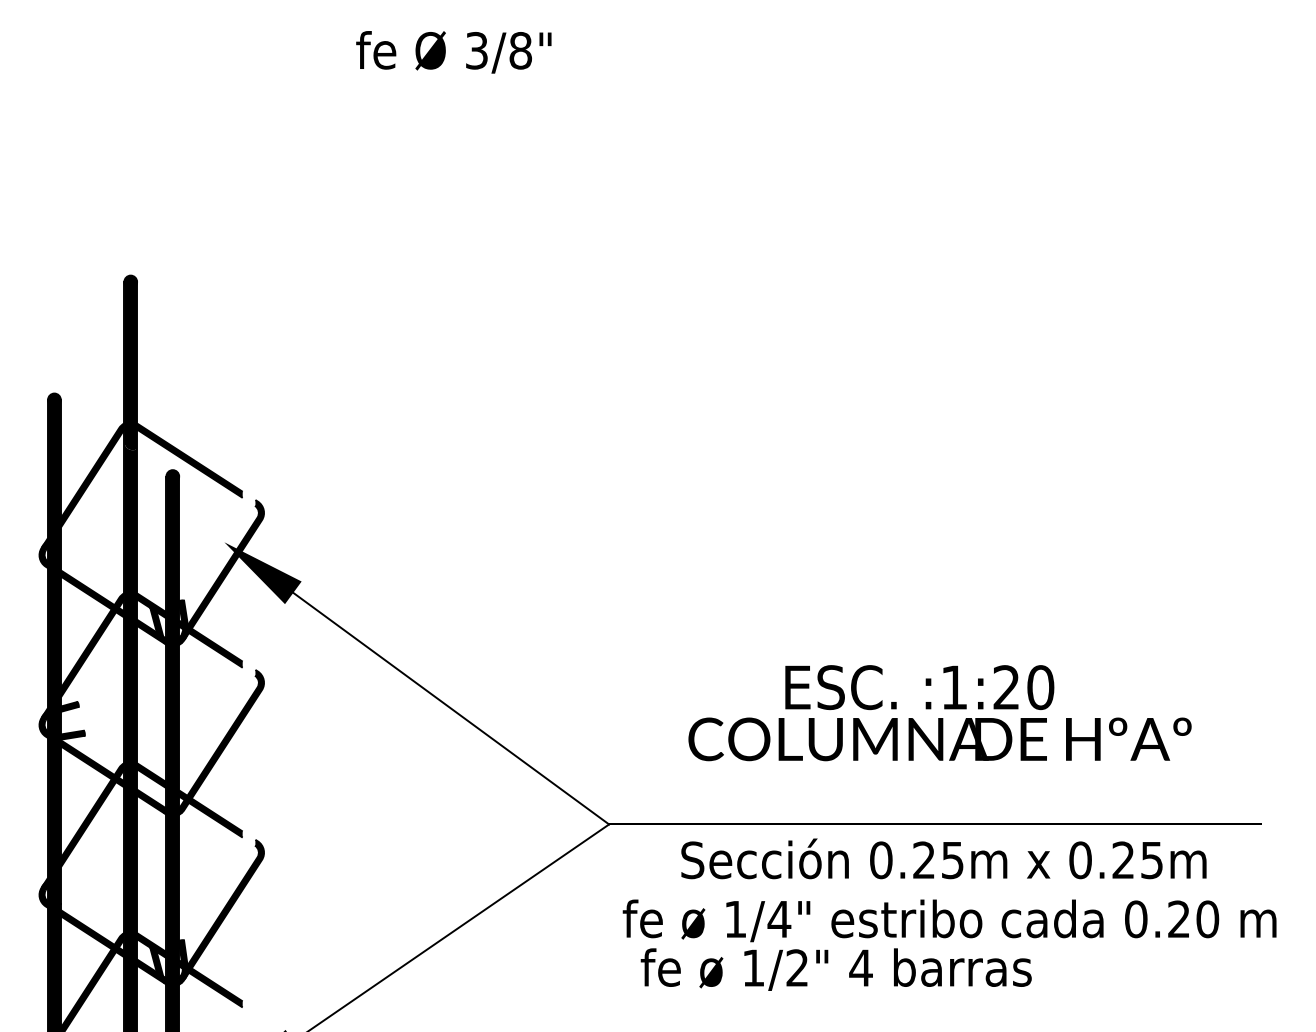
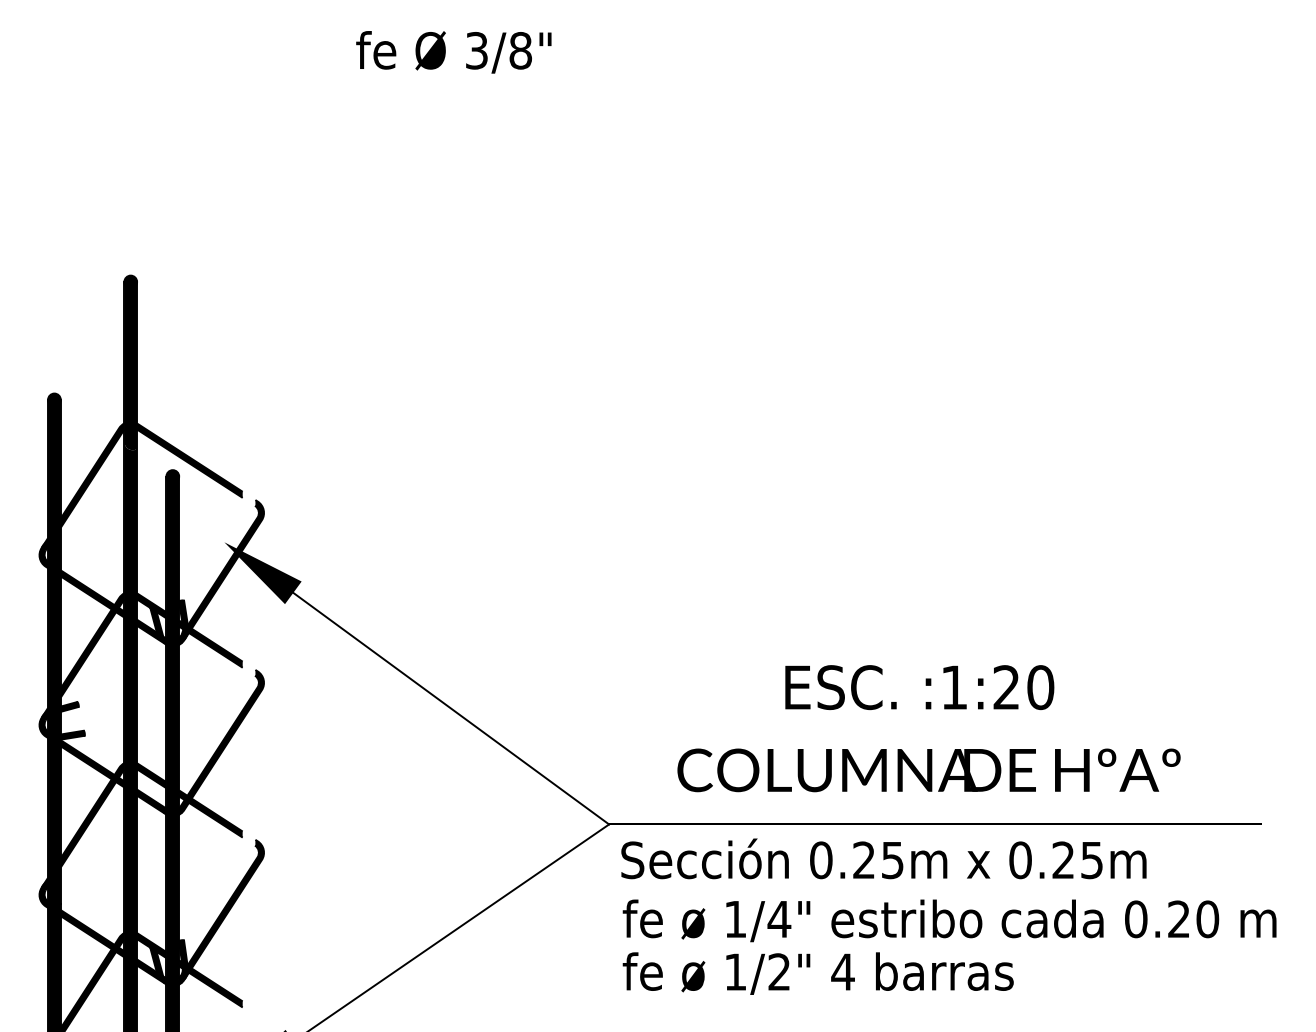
text at (939, 739) position: (939, 739) -> (928, 770)
text at (943, 858) position: (943, 858) -> (883, 858)
text at (835, 969) position: (835, 969) -> (817, 973)
